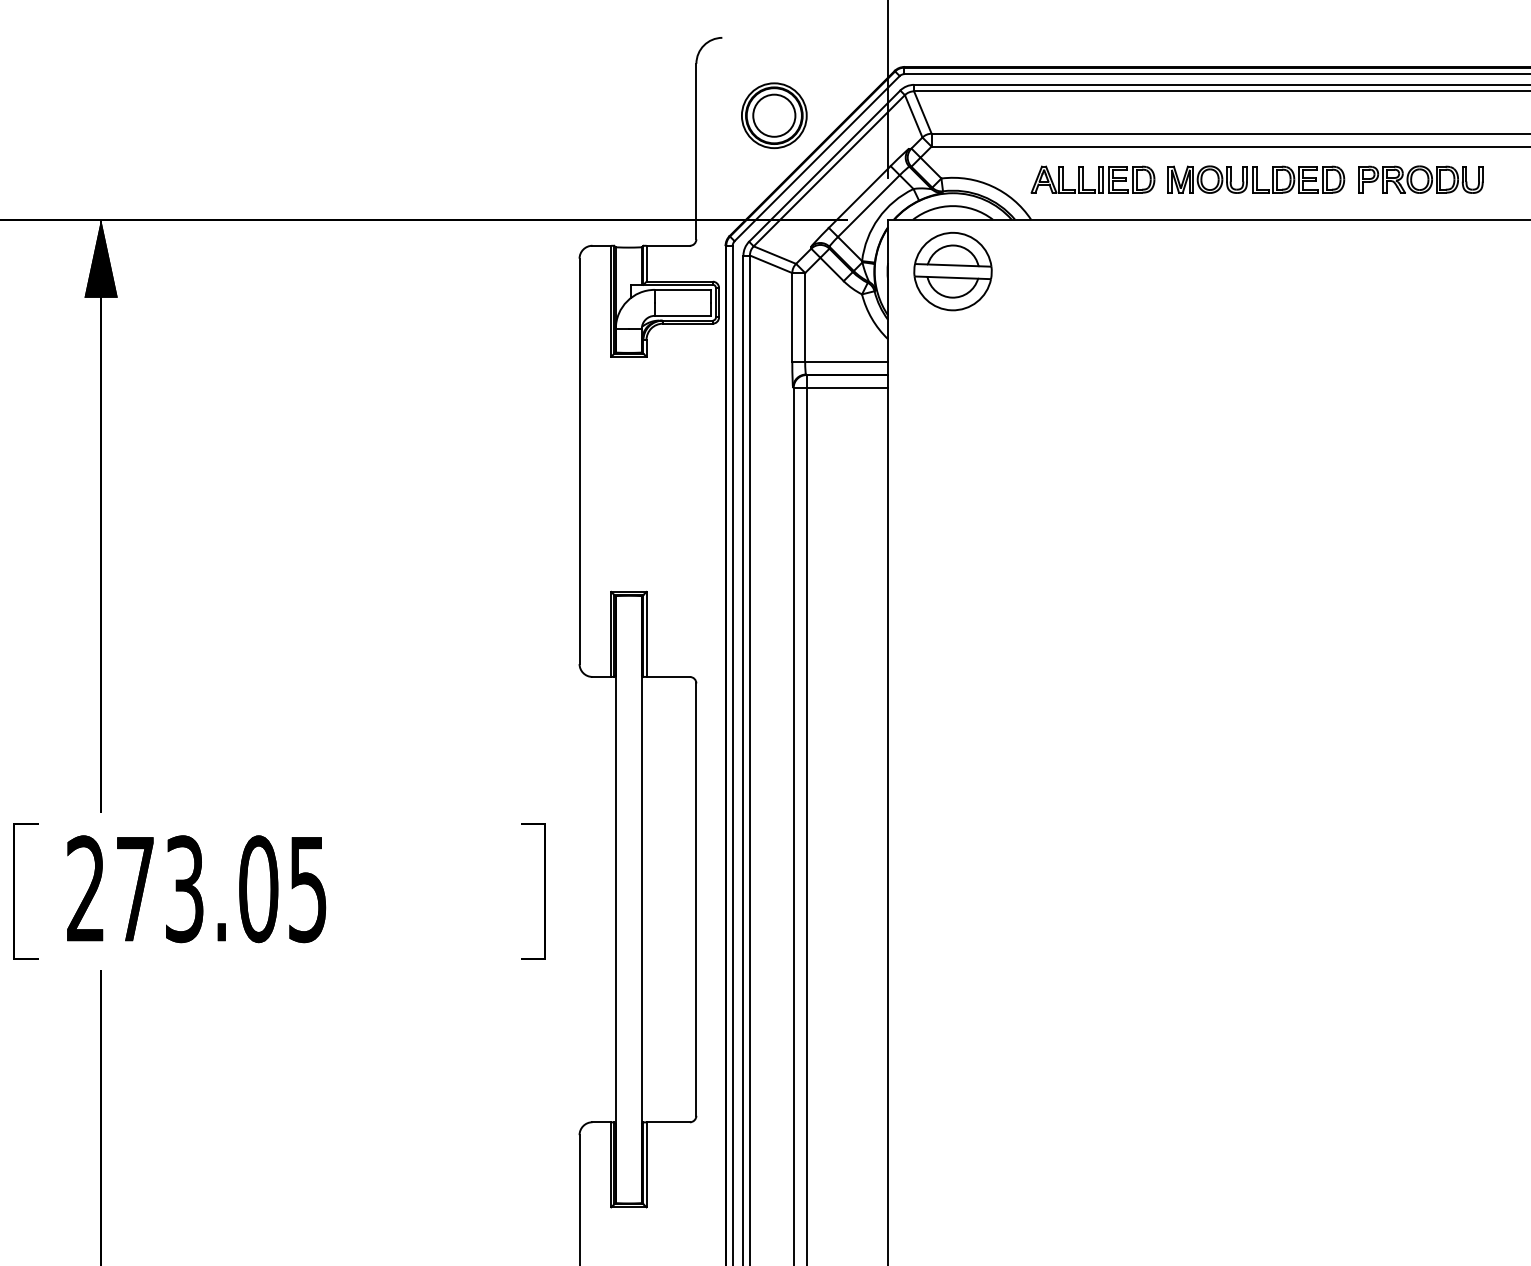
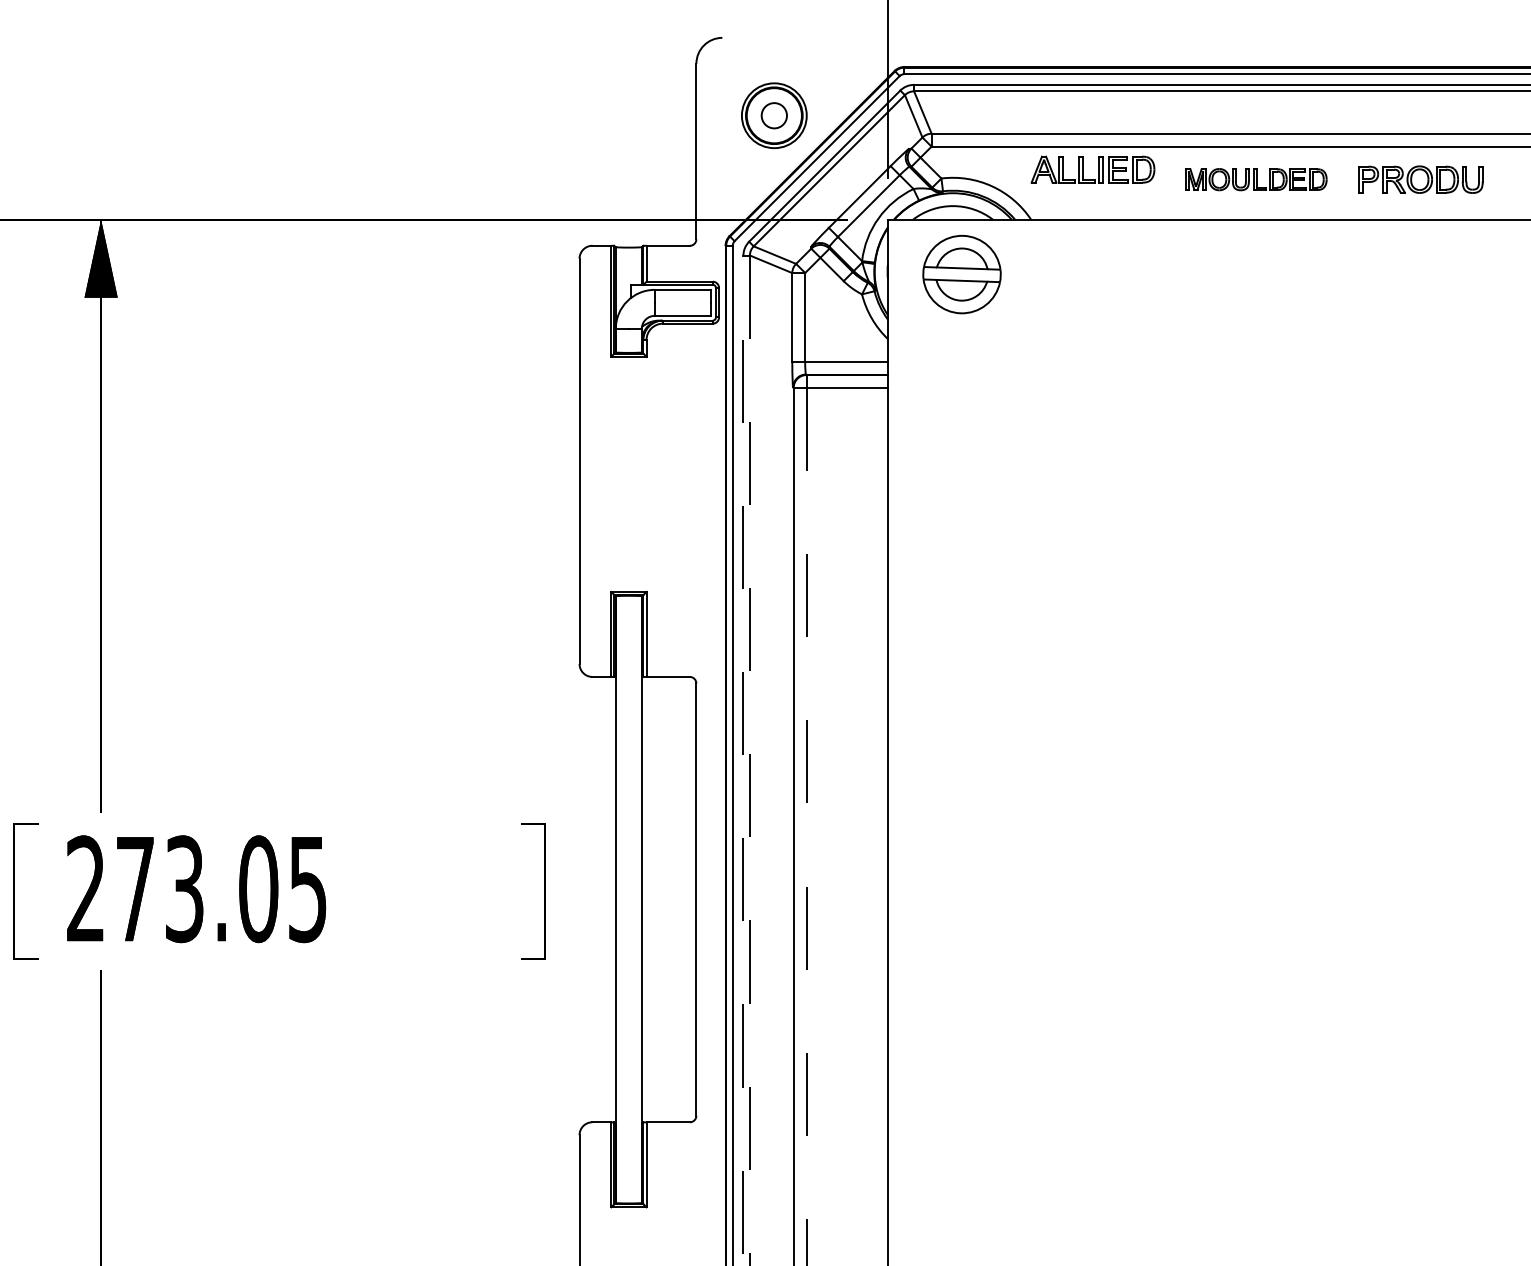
circle at (774, 115) diameter: 42 px -> 25 px
part at (1092, 179) position: (1092, 179) -> (1092, 169)
part at (1256, 179) size: 179x29 px -> 143x24 px
part at (952, 271) position: (952, 271) -> (961, 274)
line at (743, 760): solid -> dashed
line at (749, 760): solid -> dashed
line at (806, 826): solid -> dashed
